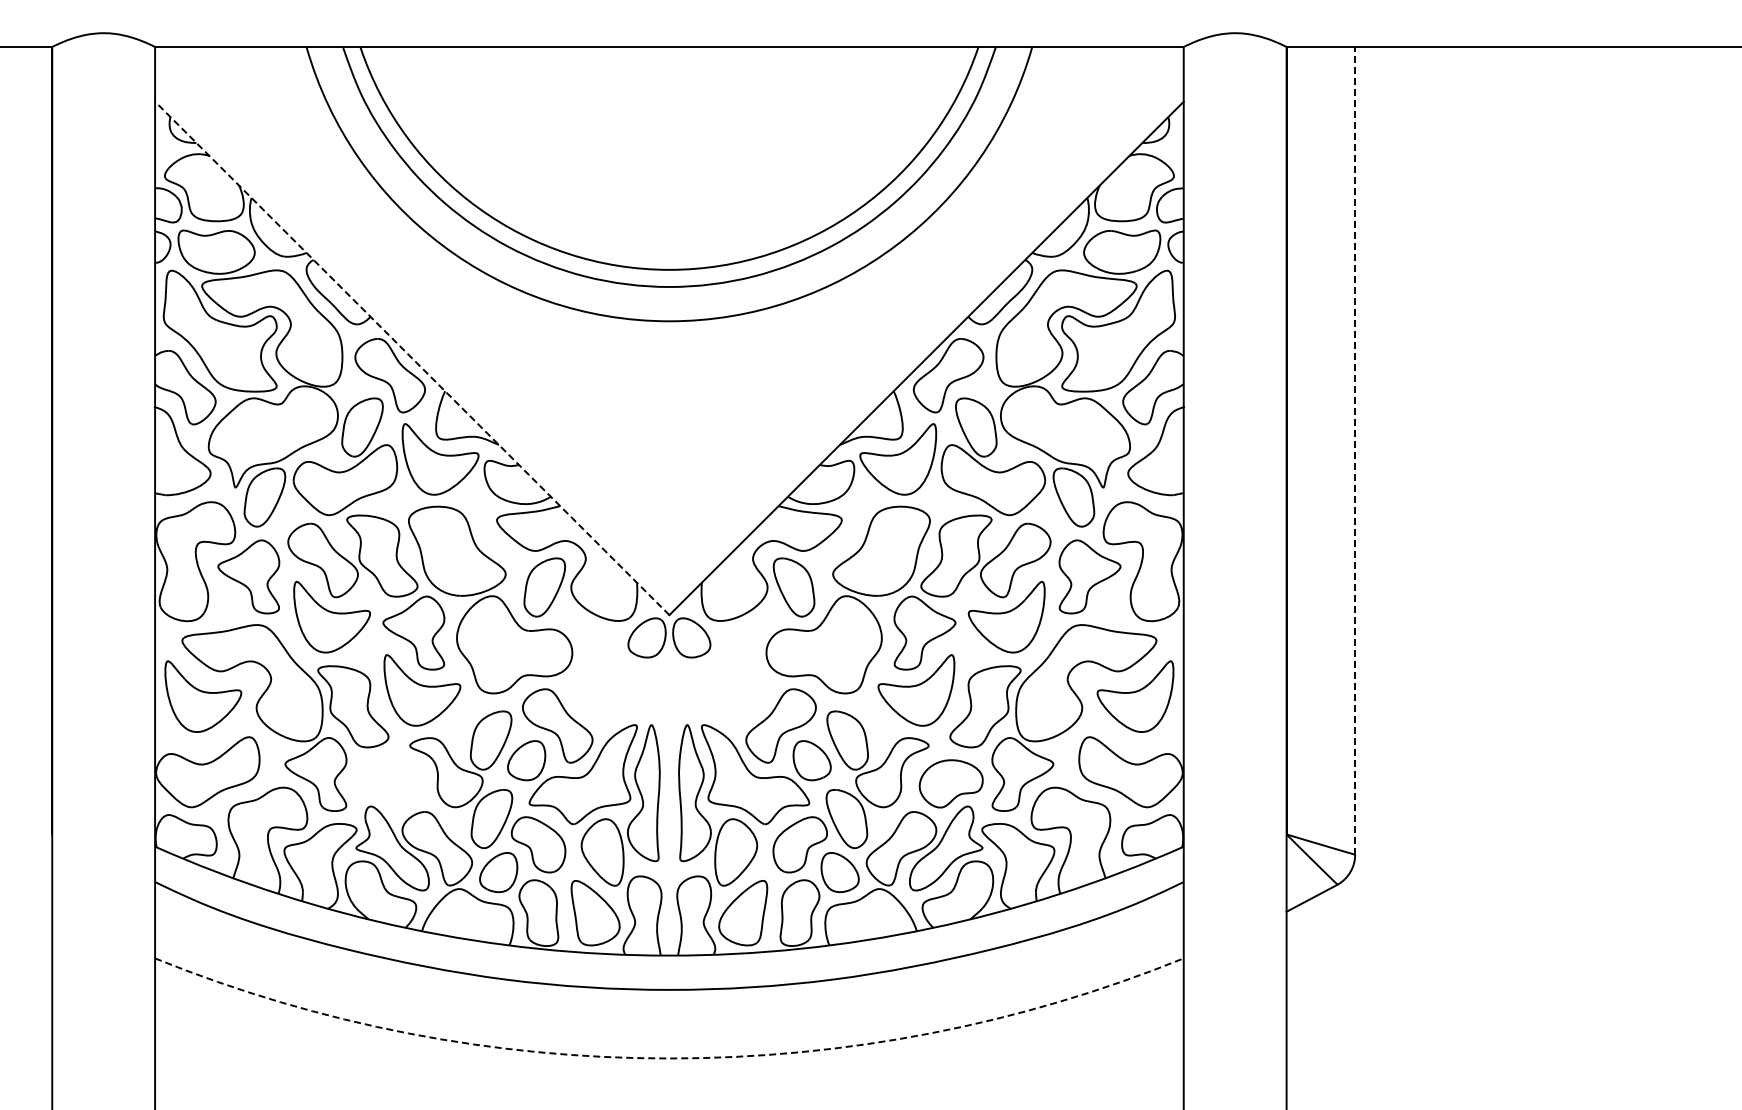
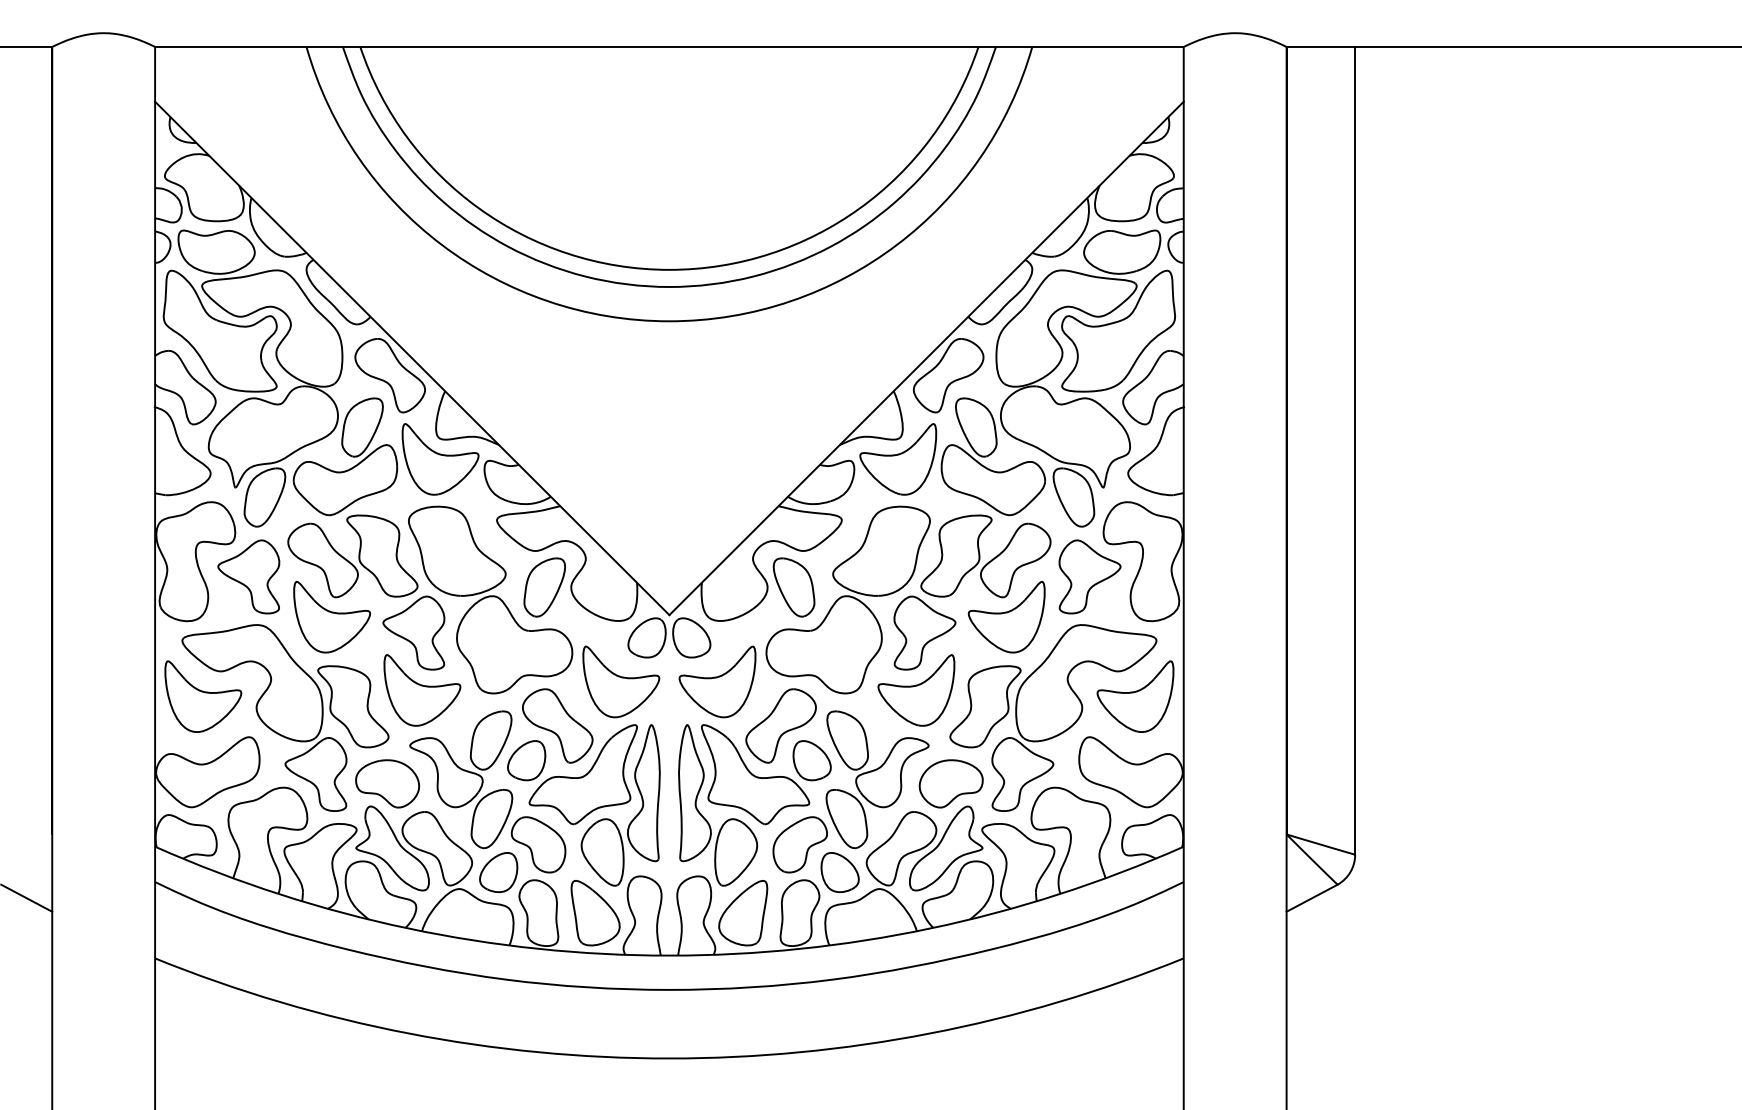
line at (411, 358): dashed -> solid
line at (1355, 450): dashed -> solid
part at (621, 681): none -> present
part at (717, 681): none -> present
part at (387, 783): none -> present
line at (27, 898): none -> present
arc at (669, 1058): dashed -> solid
